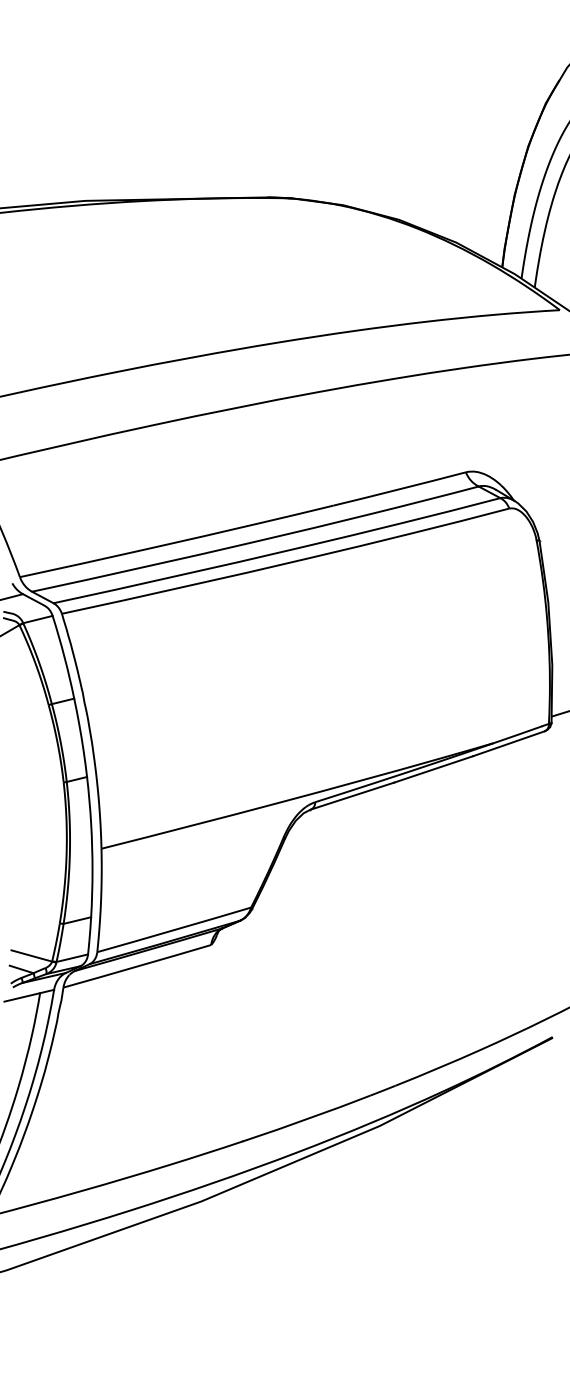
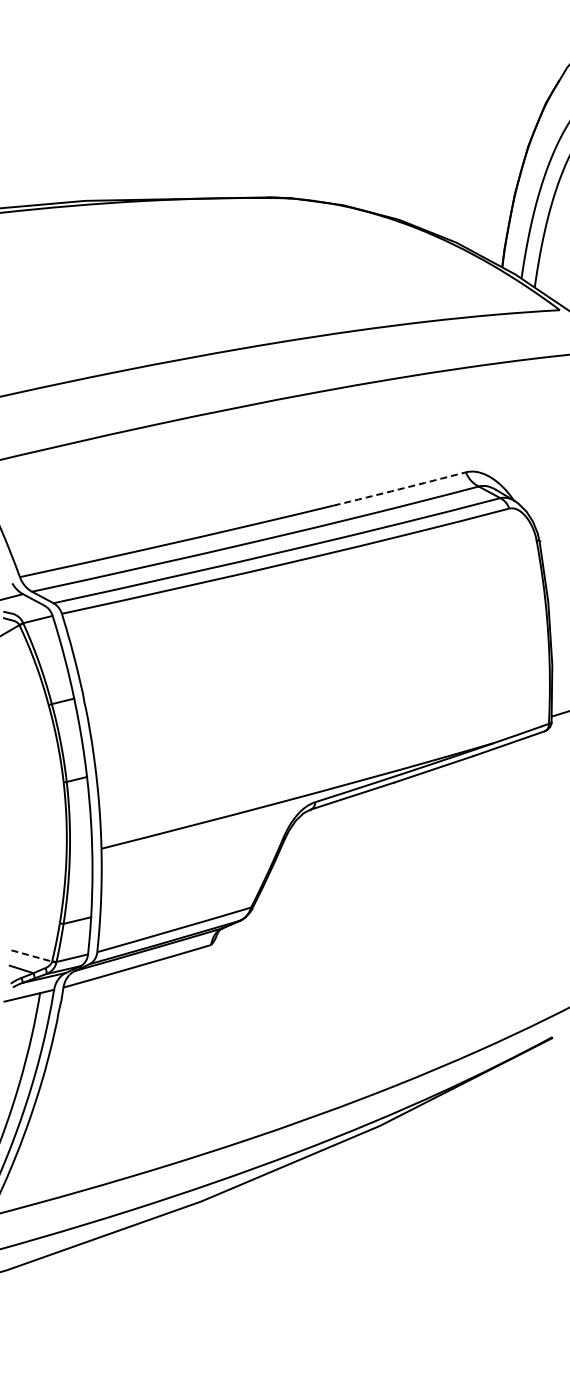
arc at (399, 489): solid -> dashed
line at (32, 956): solid -> dashed
